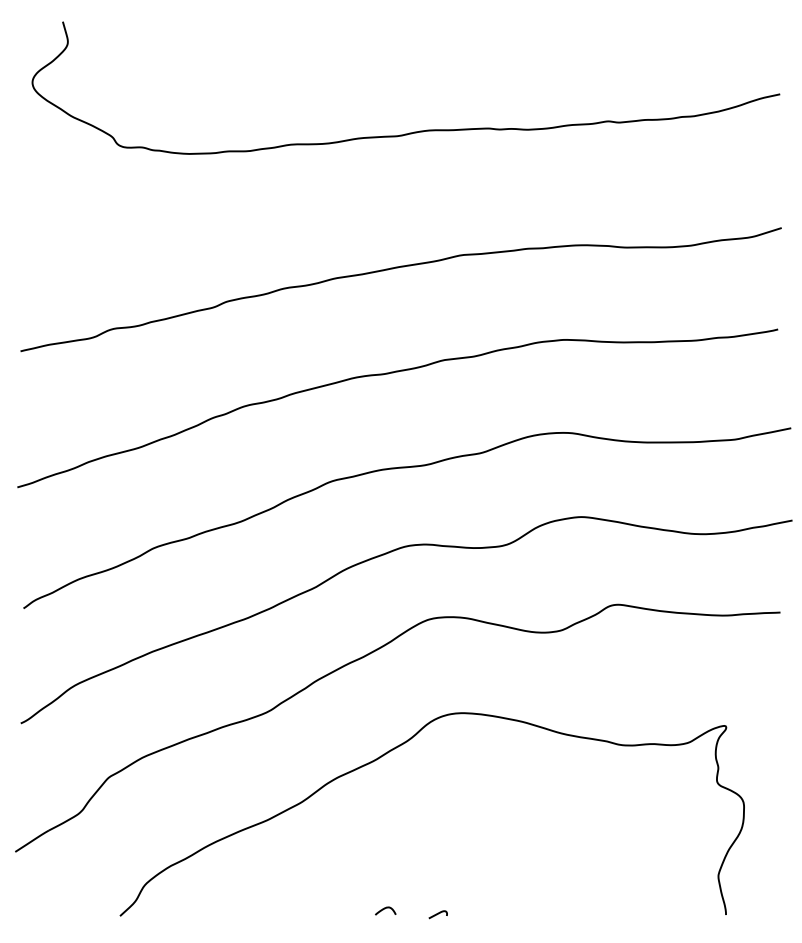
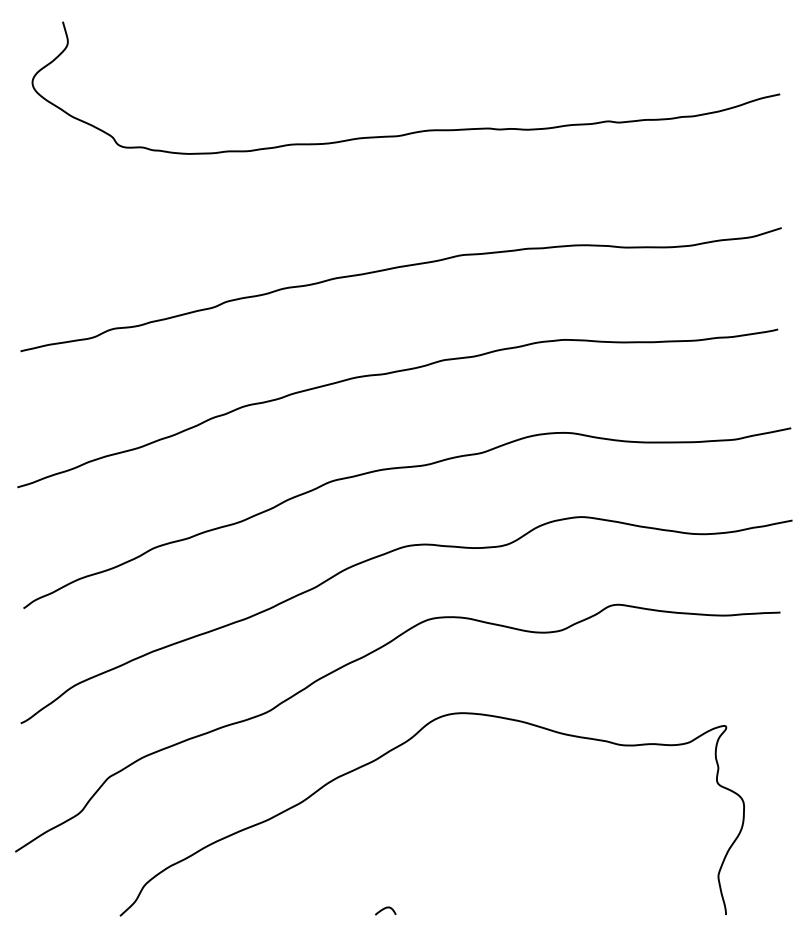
curve at (437, 914): present -> none
